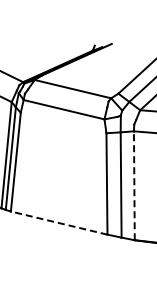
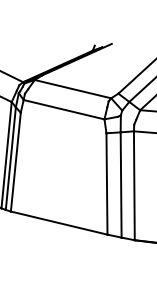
line at (134, 185): dashed -> solid
line at (59, 223): dashed -> solid
